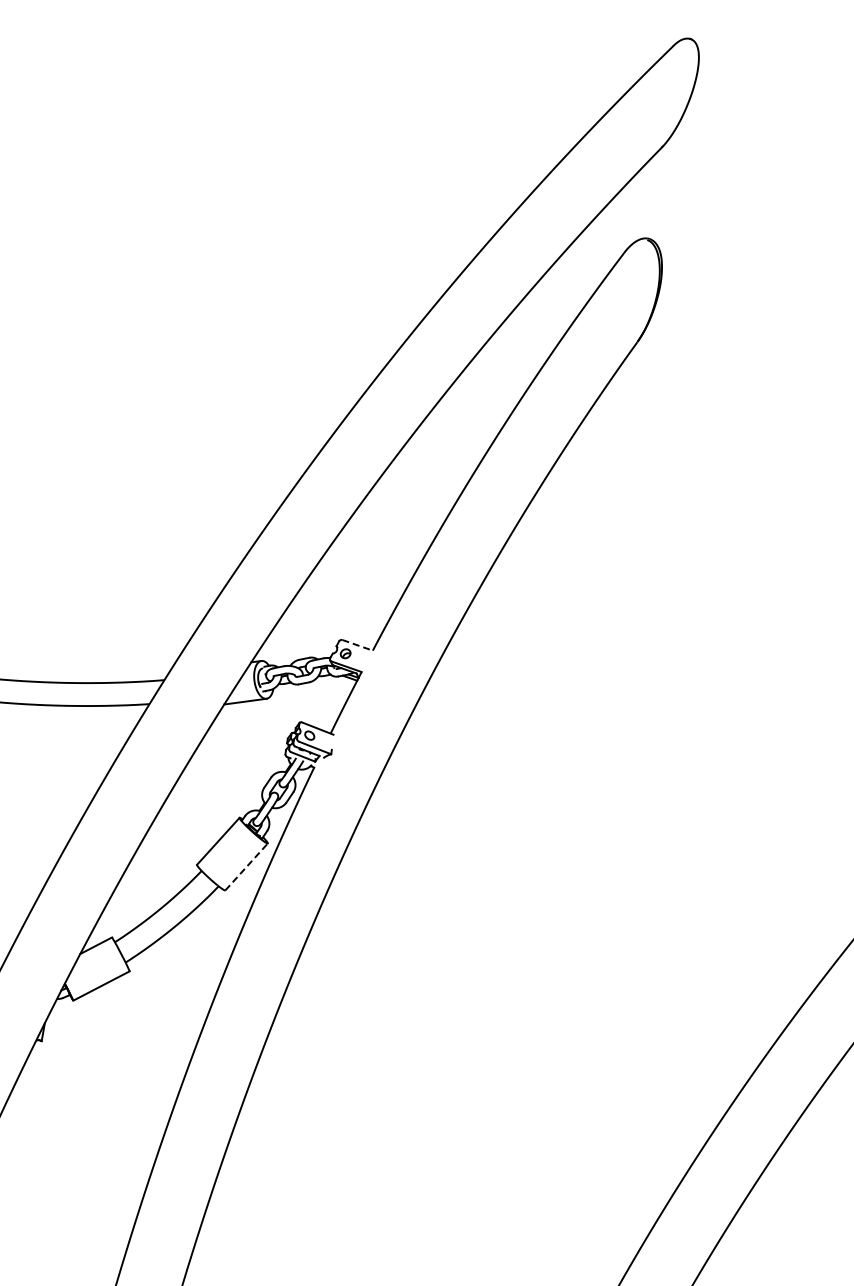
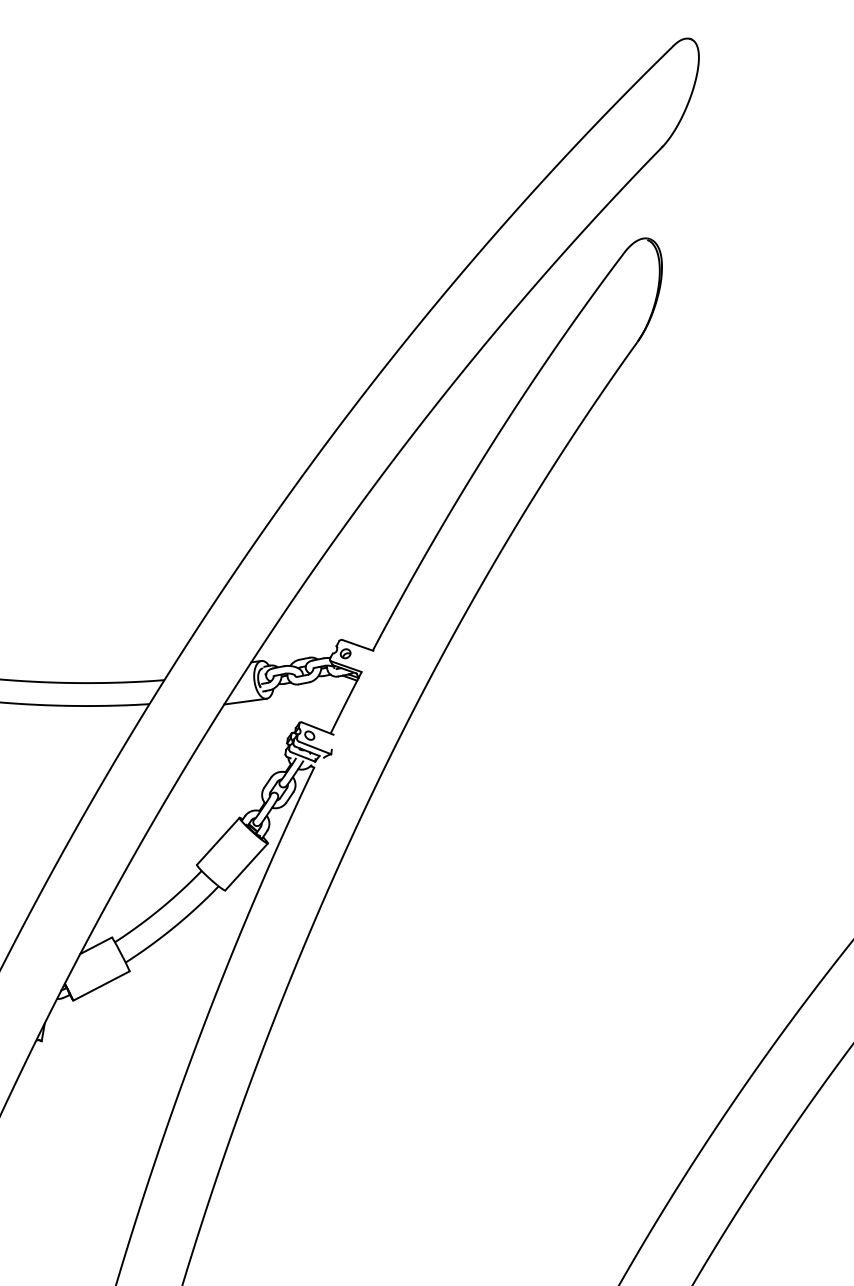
line at (358, 645): dashed -> solid
line at (246, 866): dashed -> solid
